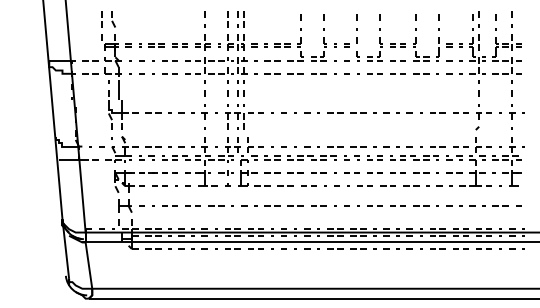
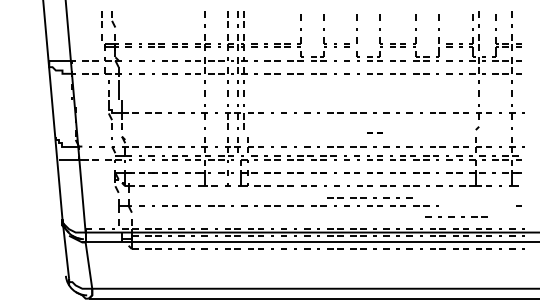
line at (372, 132): none -> present
part at (369, 197): none -> present
part at (477, 205) position: (477, 205) -> (456, 216)
